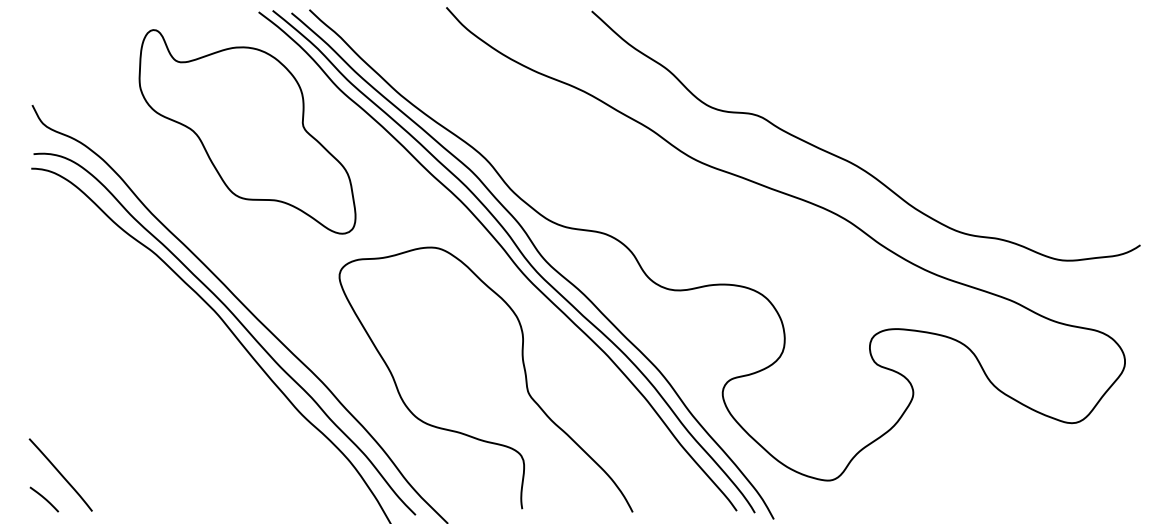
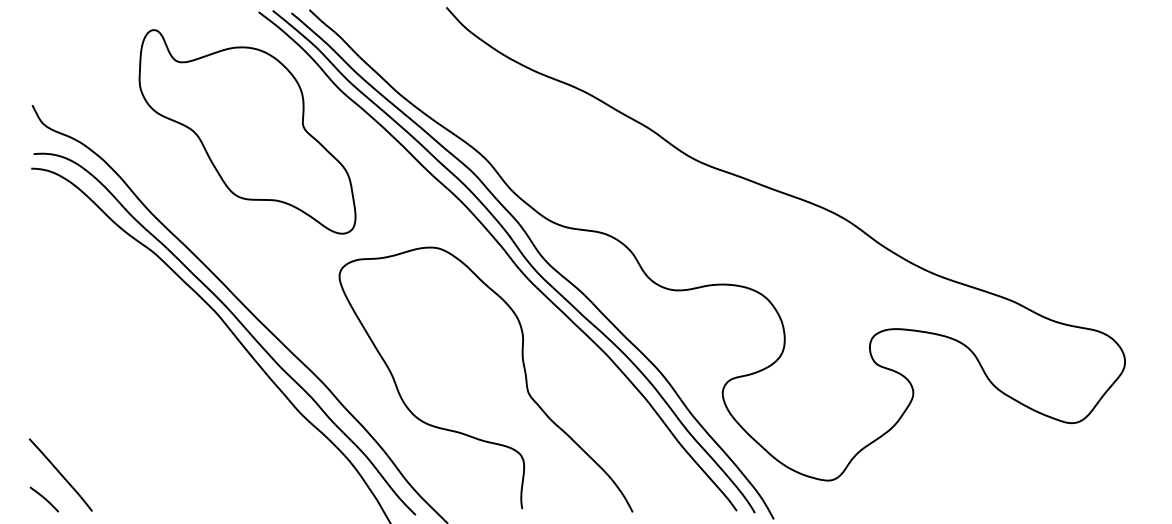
curve at (852, 162): present -> none
